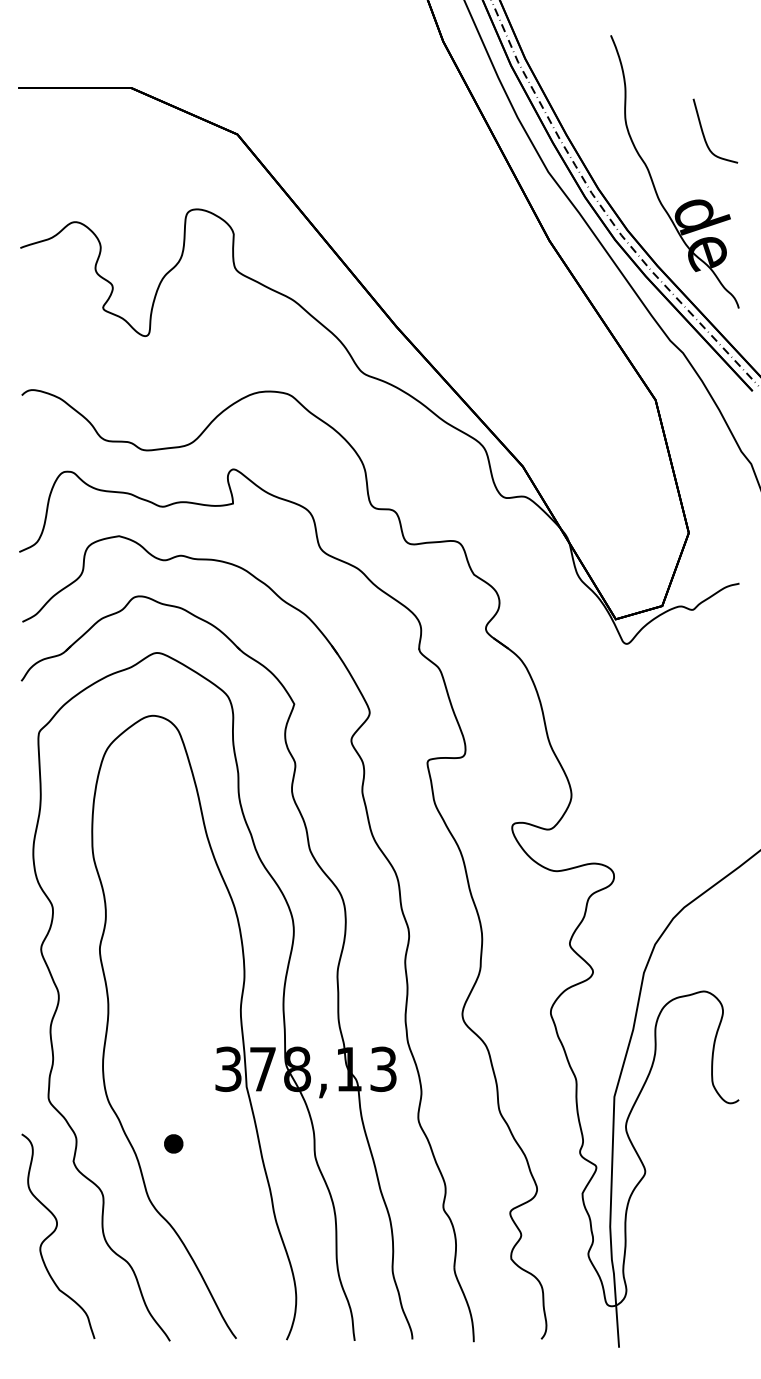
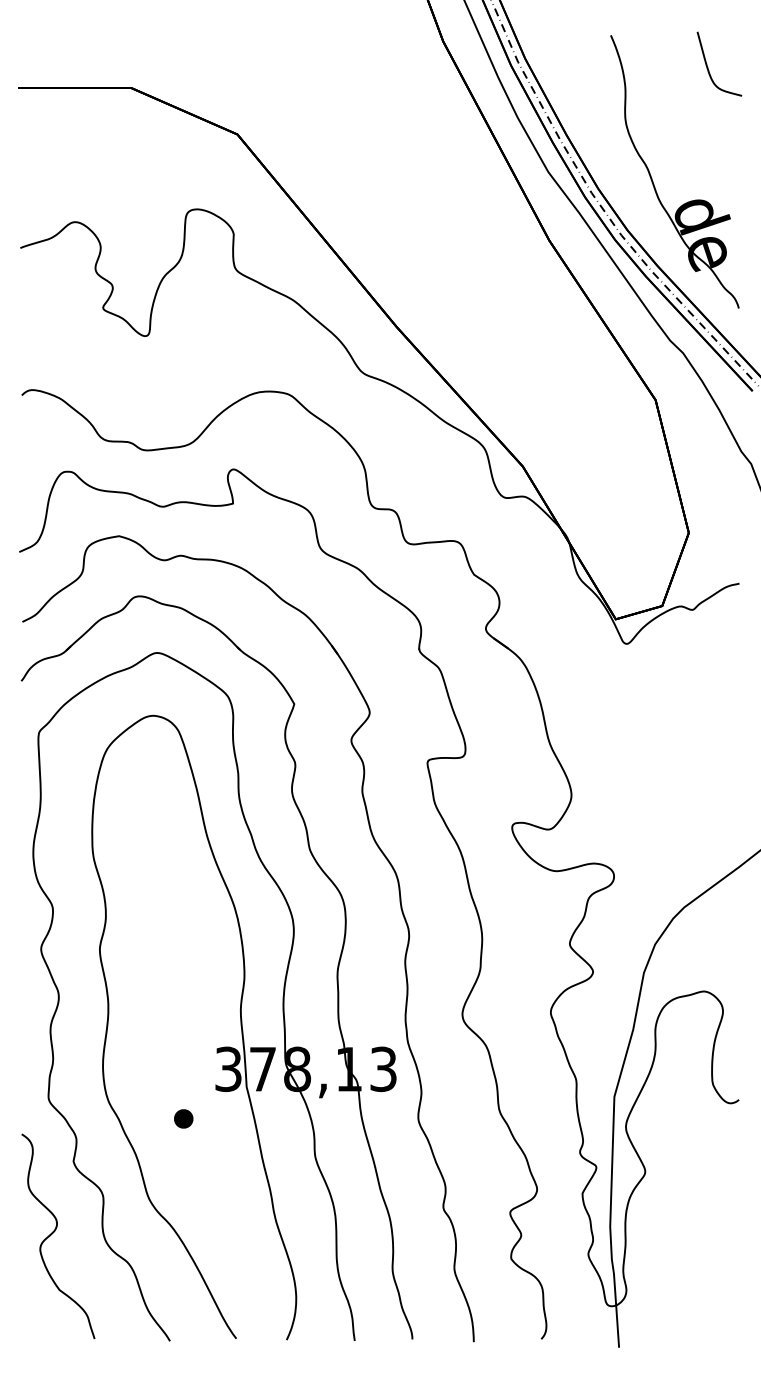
curve at (704, 134) position: (704, 134) -> (708, 67)
part at (173, 1143) position: (173, 1143) -> (183, 1118)
